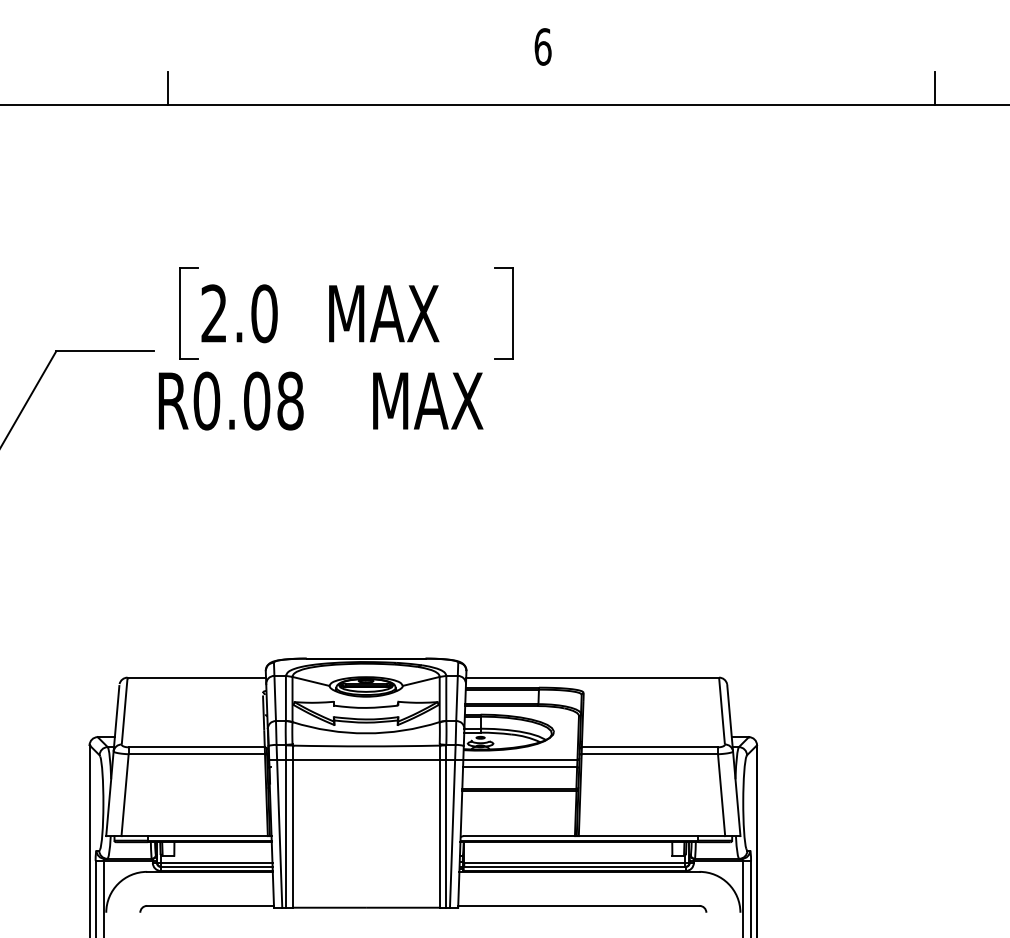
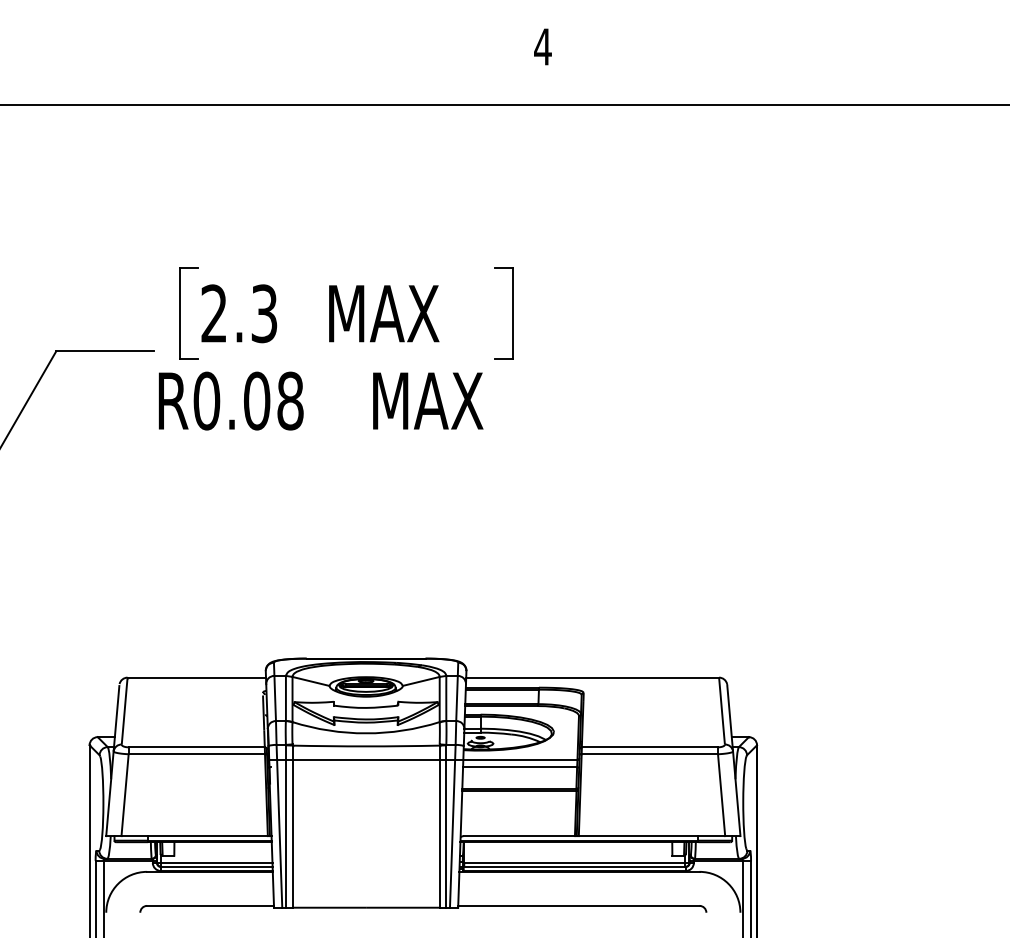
text at (542, 46): 6 -> 4
line at (167, 87): present -> none
line at (935, 87): present -> none
text at (264, 313): 2.0 -> 2.3
